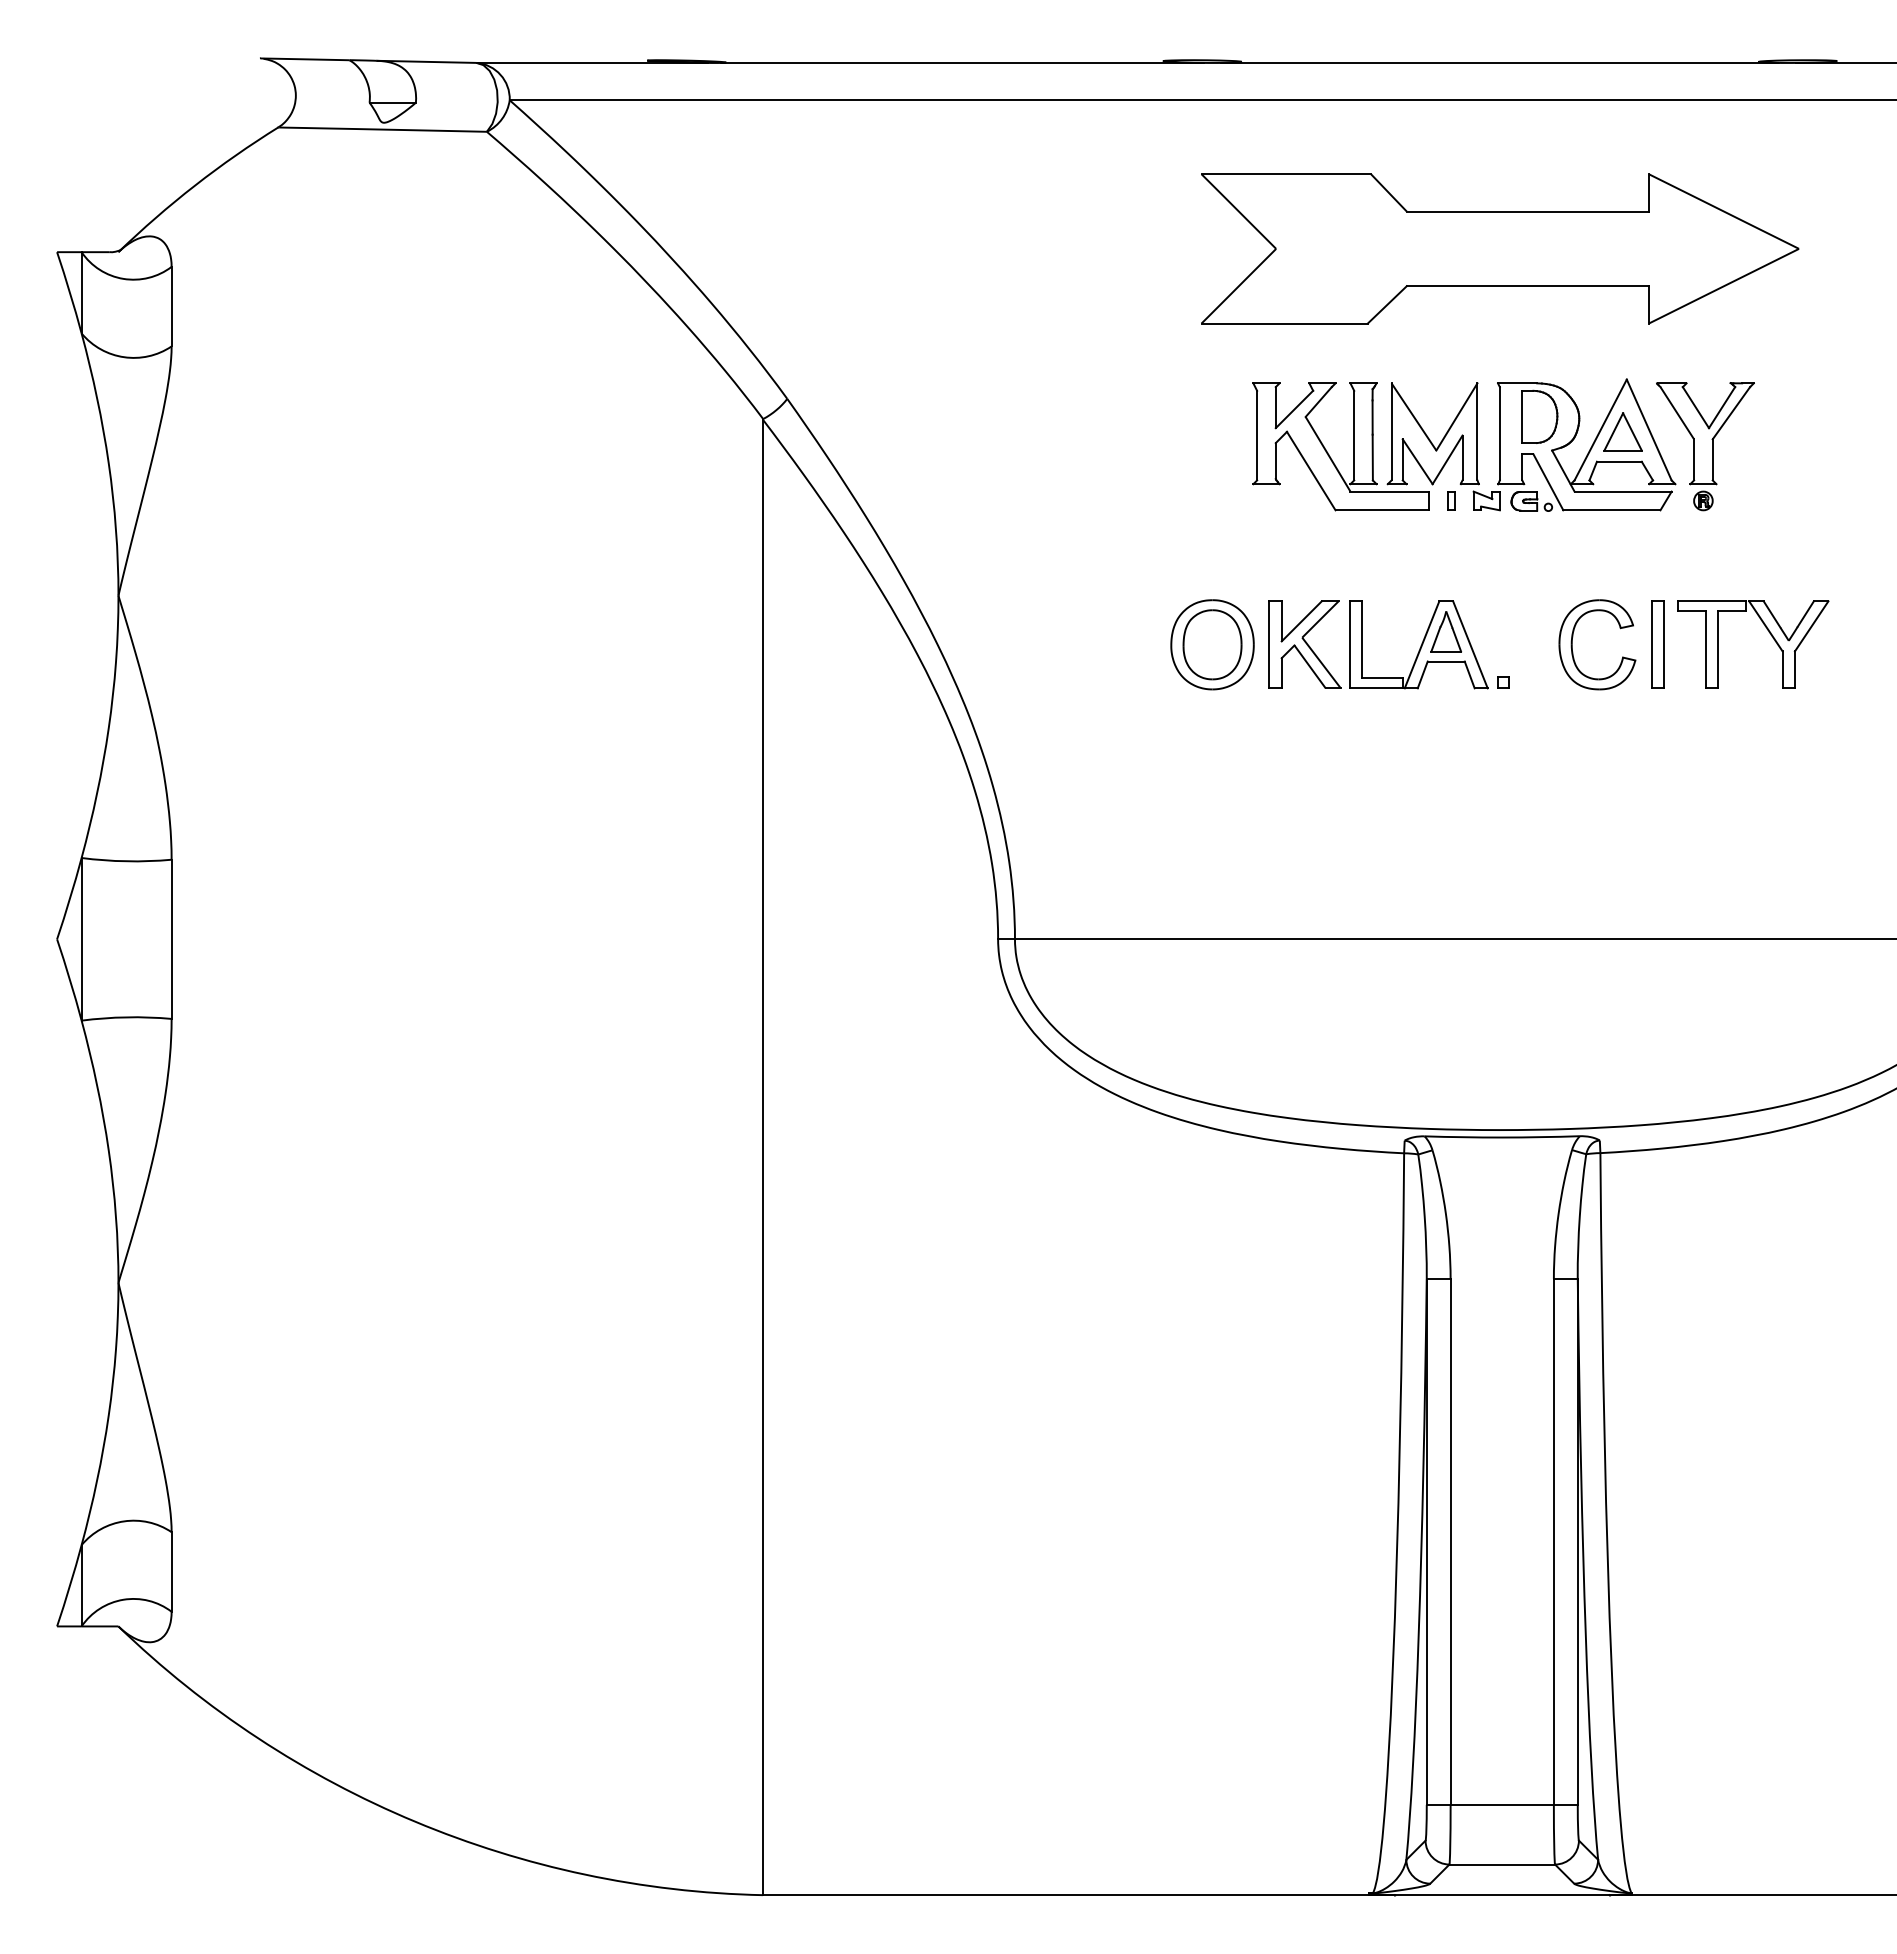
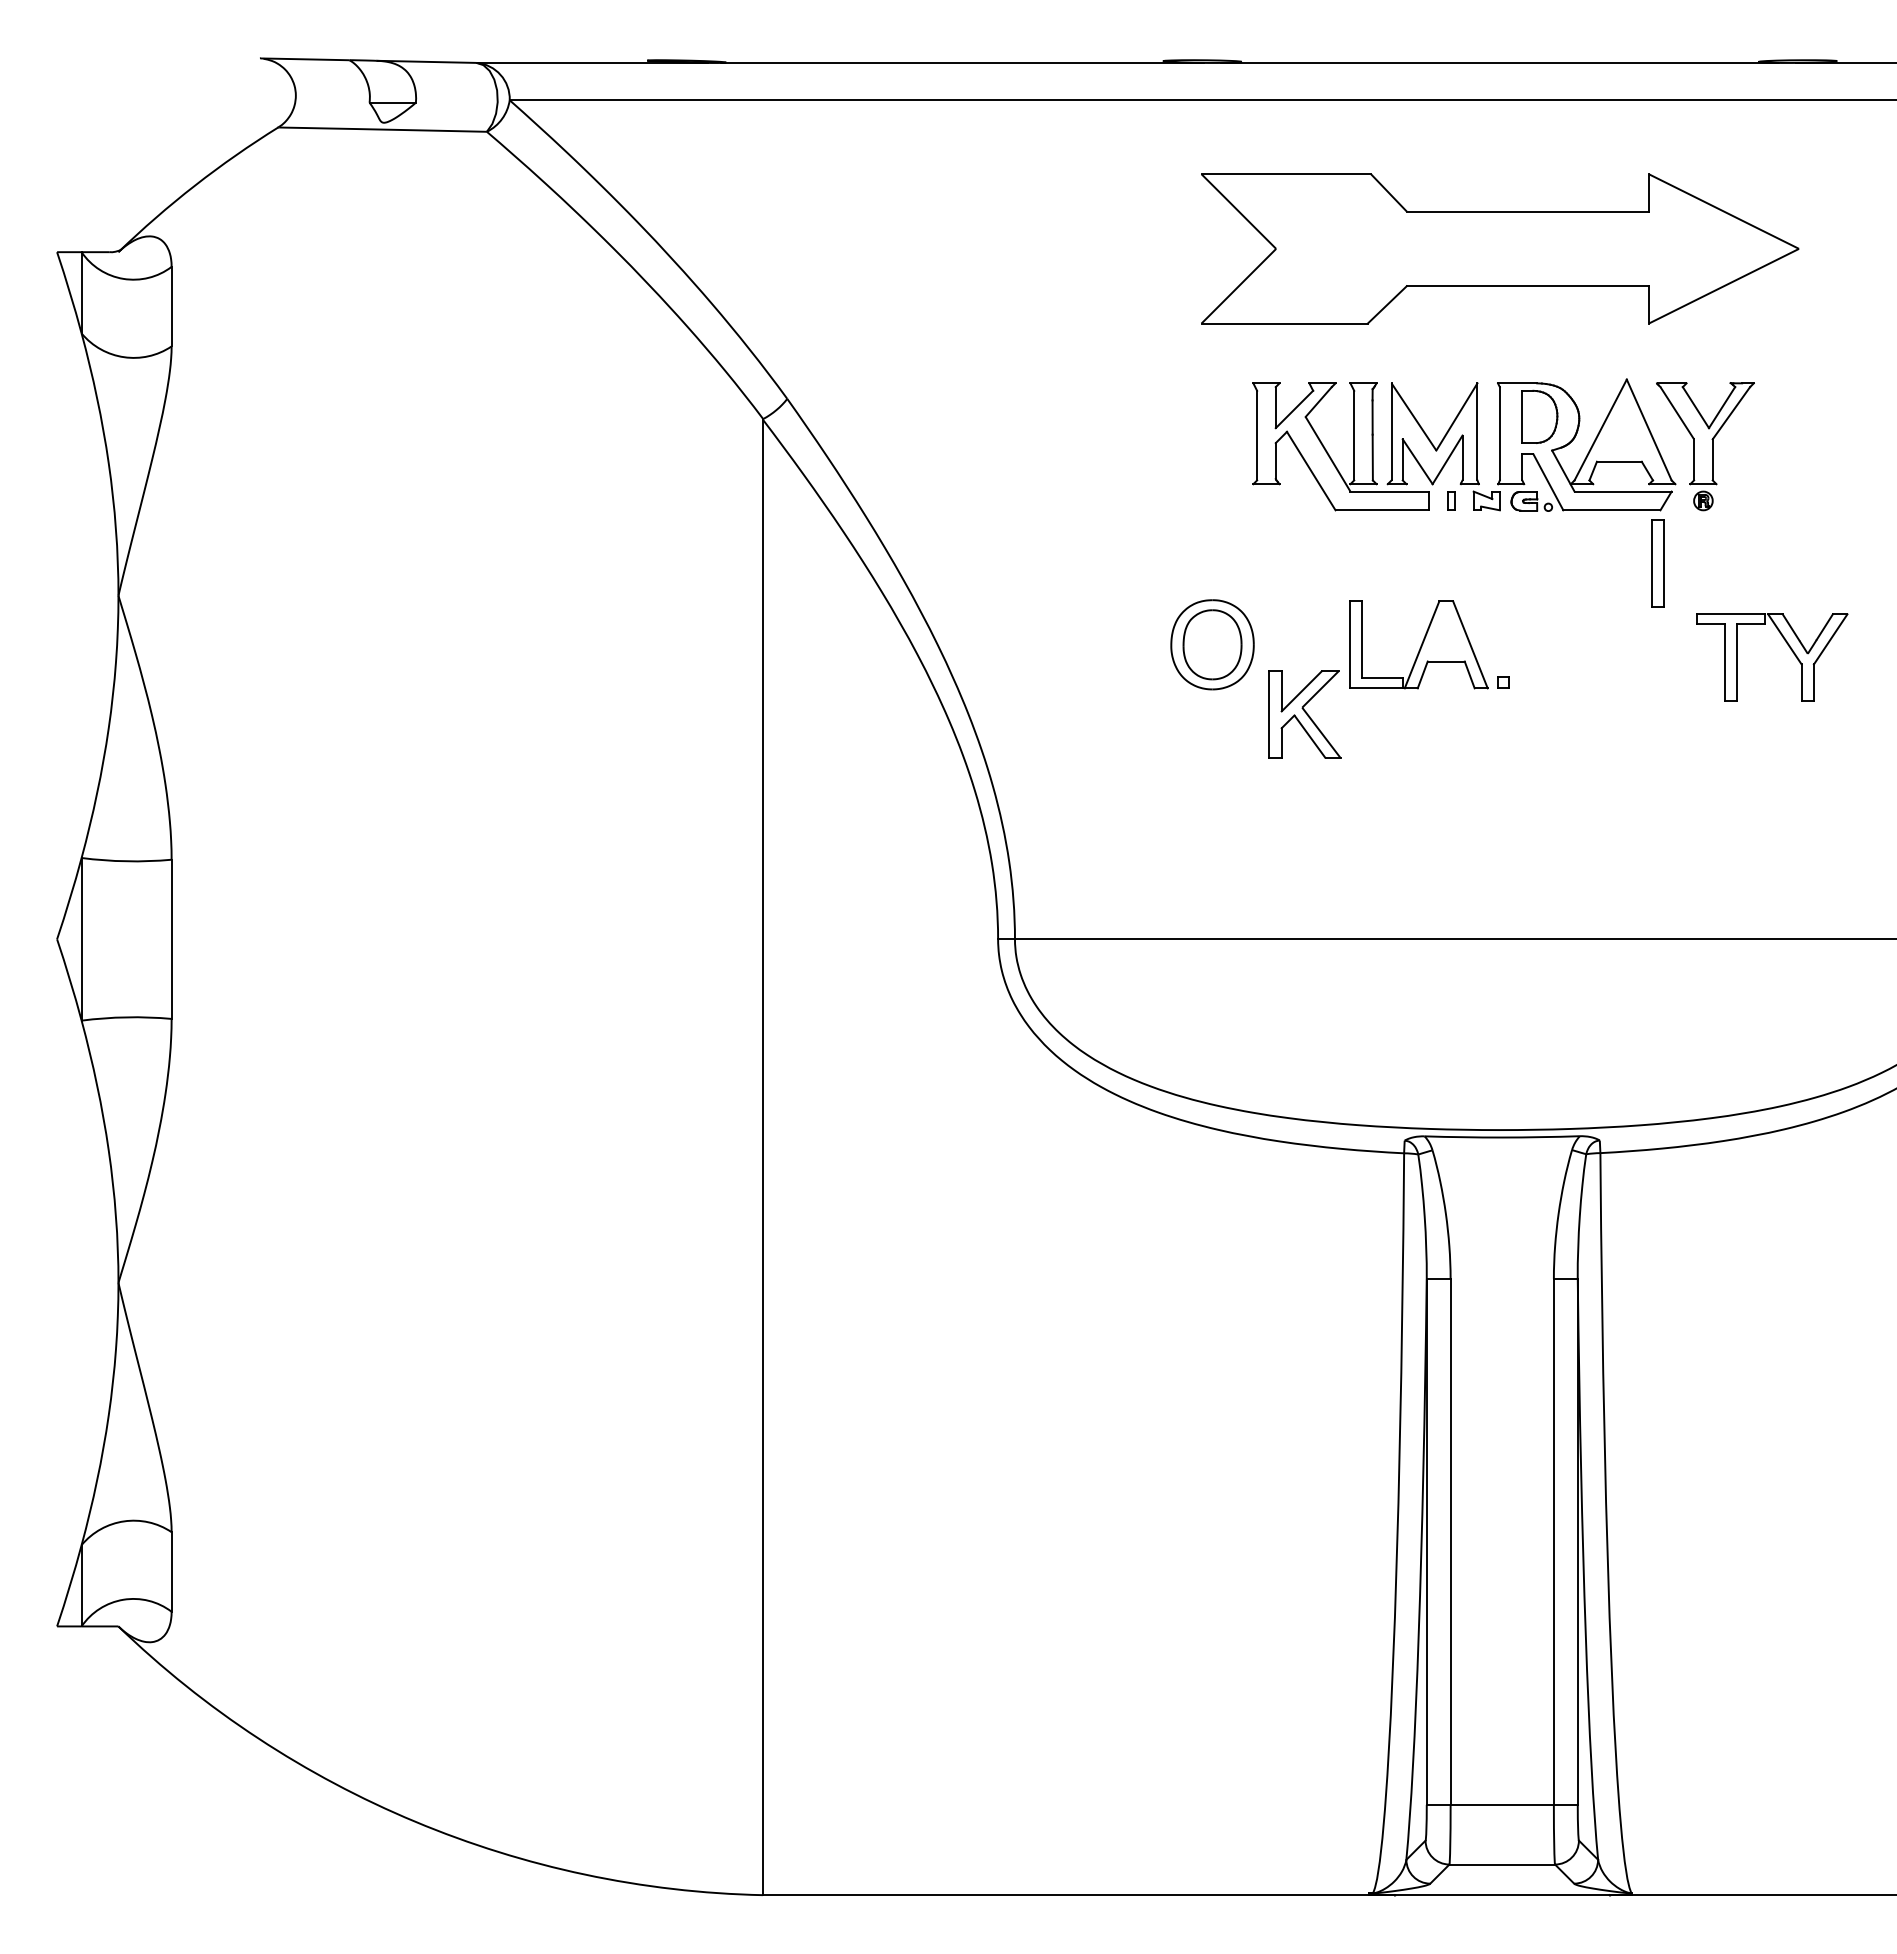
part at (1622, 431): present -> none
part at (1446, 631): present -> none
part at (1768, 632) position: (1768, 632) -> (1787, 645)
part at (1573, 637): present -> none
part at (1304, 644) position: (1304, 644) -> (1304, 714)
part at (1657, 644) position: (1657, 644) -> (1657, 563)
